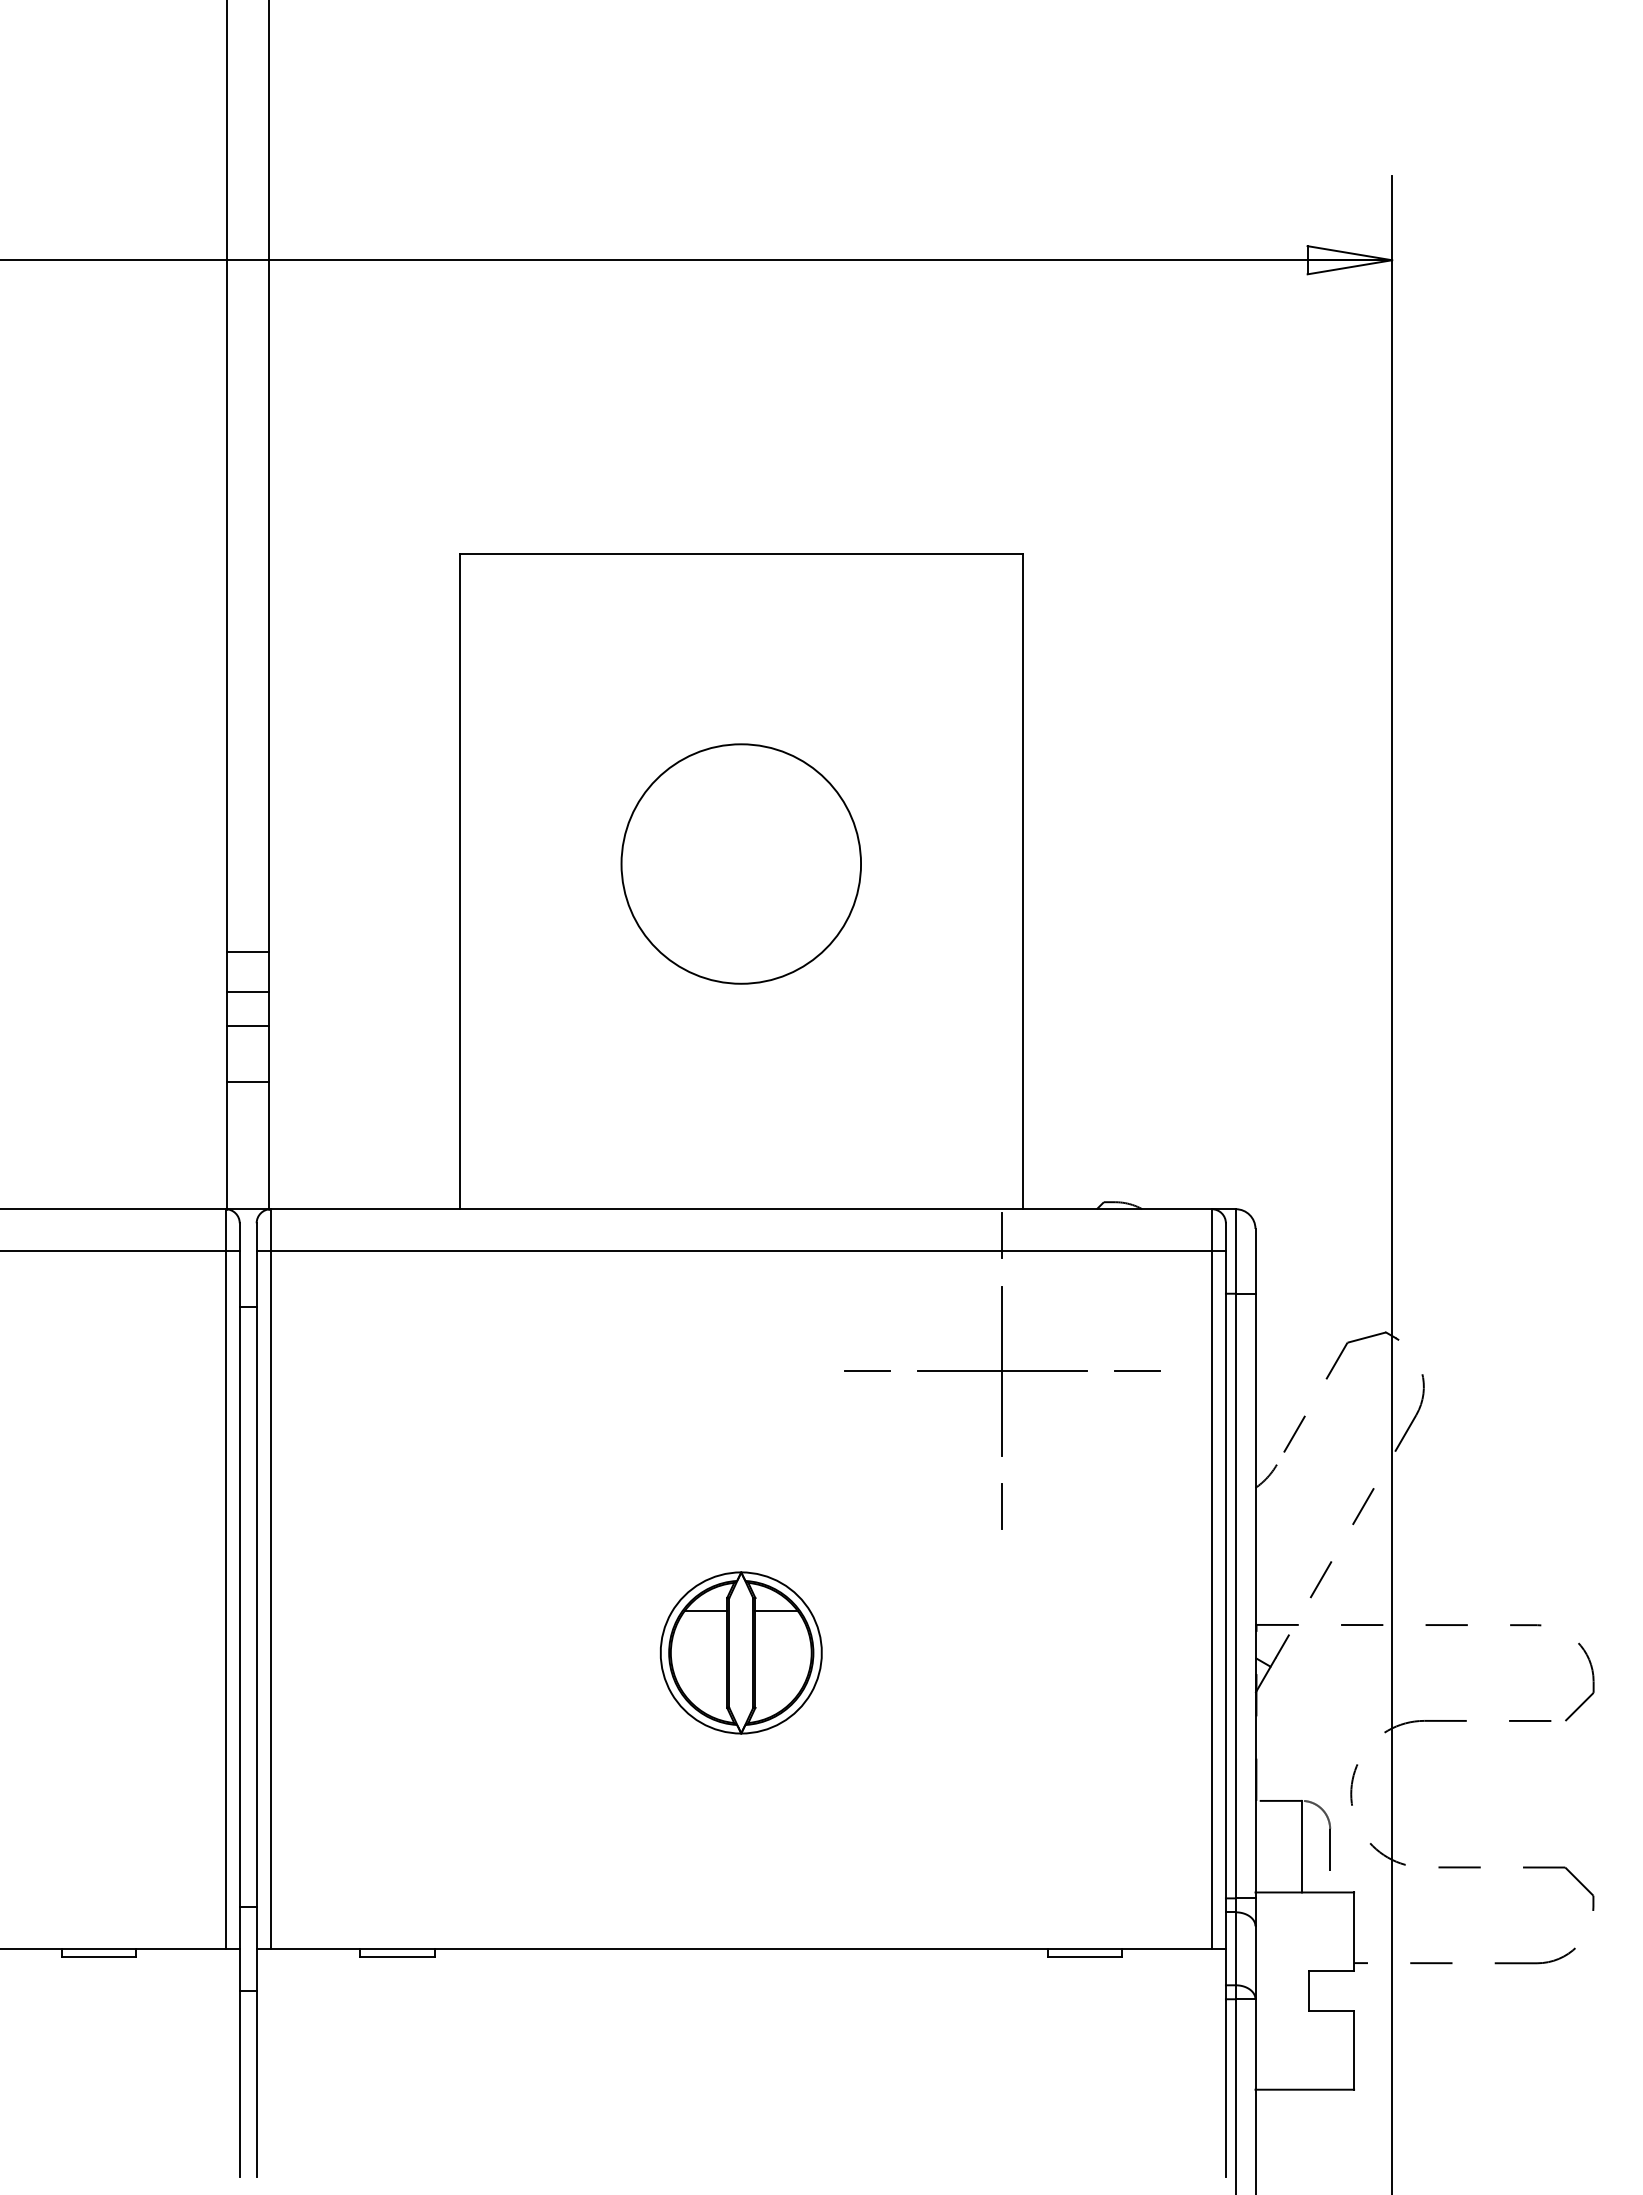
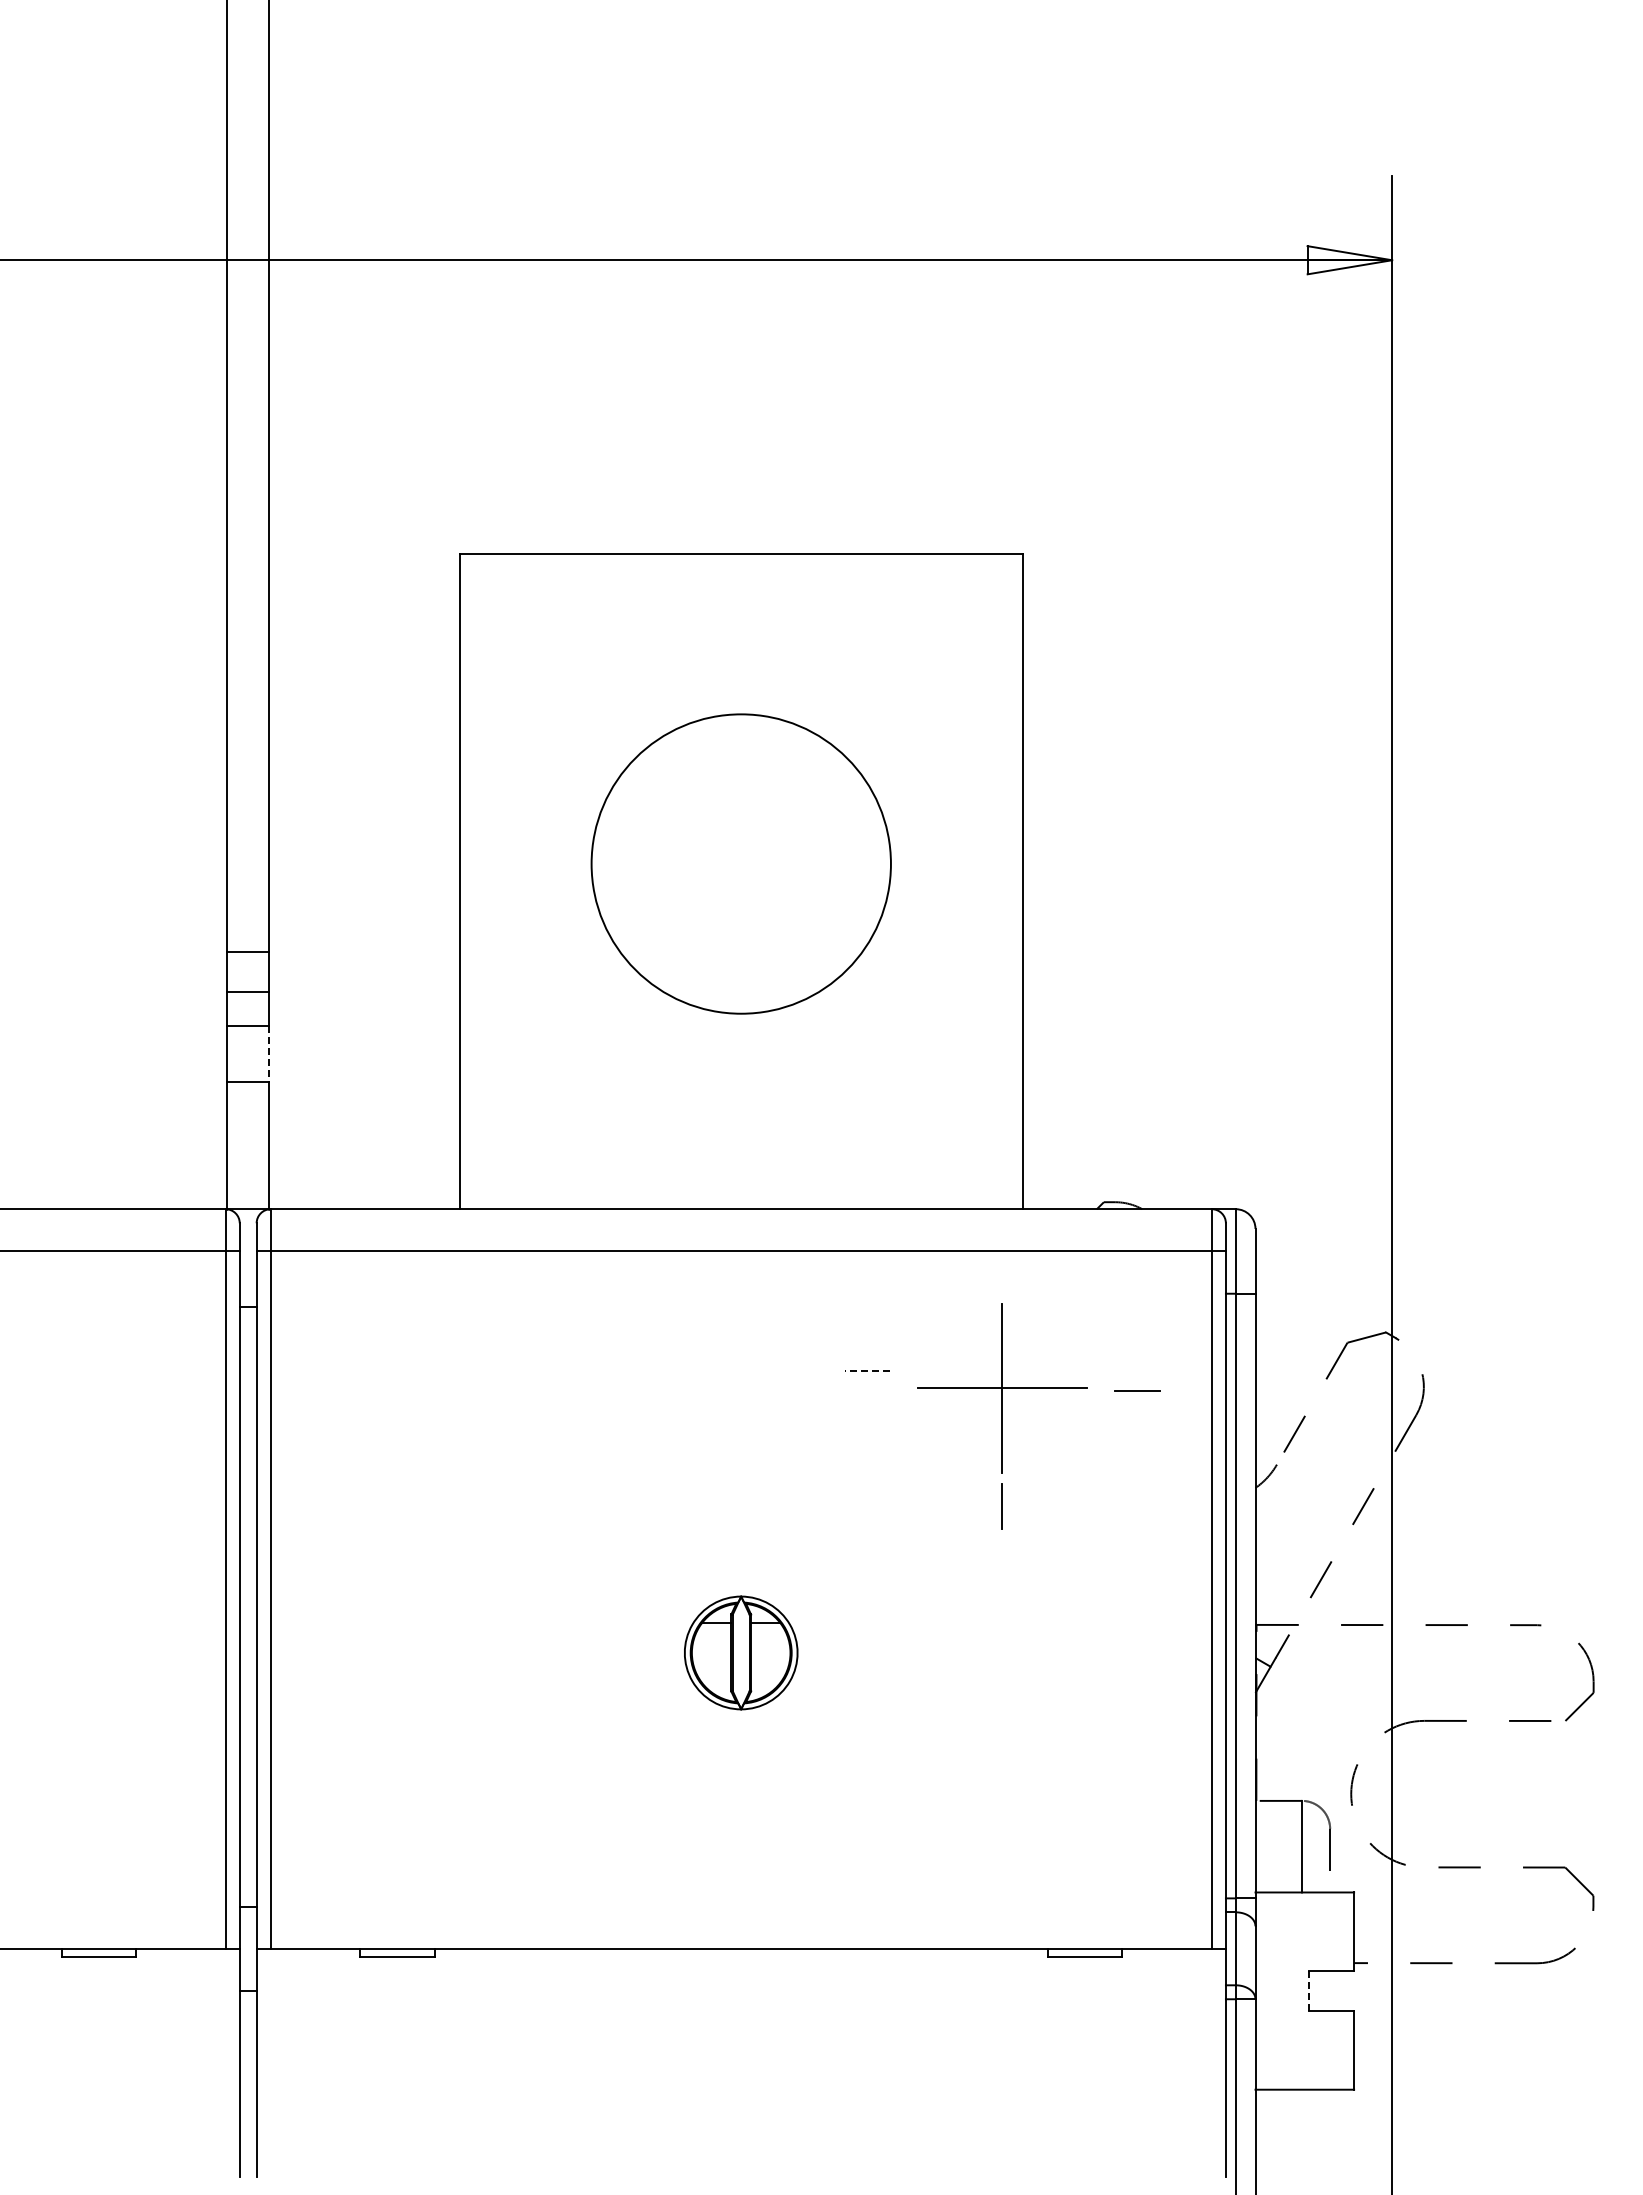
circle at (741, 863) diameter: 239 px -> 299 px
line at (269, 1054): solid -> dashed
line at (1002, 1235): present -> none
line at (1137, 1370) position: (1137, 1370) -> (1137, 1390)
line at (867, 1371): solid -> dashed
part at (1002, 1371) position: (1002, 1371) -> (1002, 1388)
part at (740, 1652) size: 164x164 px -> 115x116 px
line at (1309, 1991): solid -> dashed
